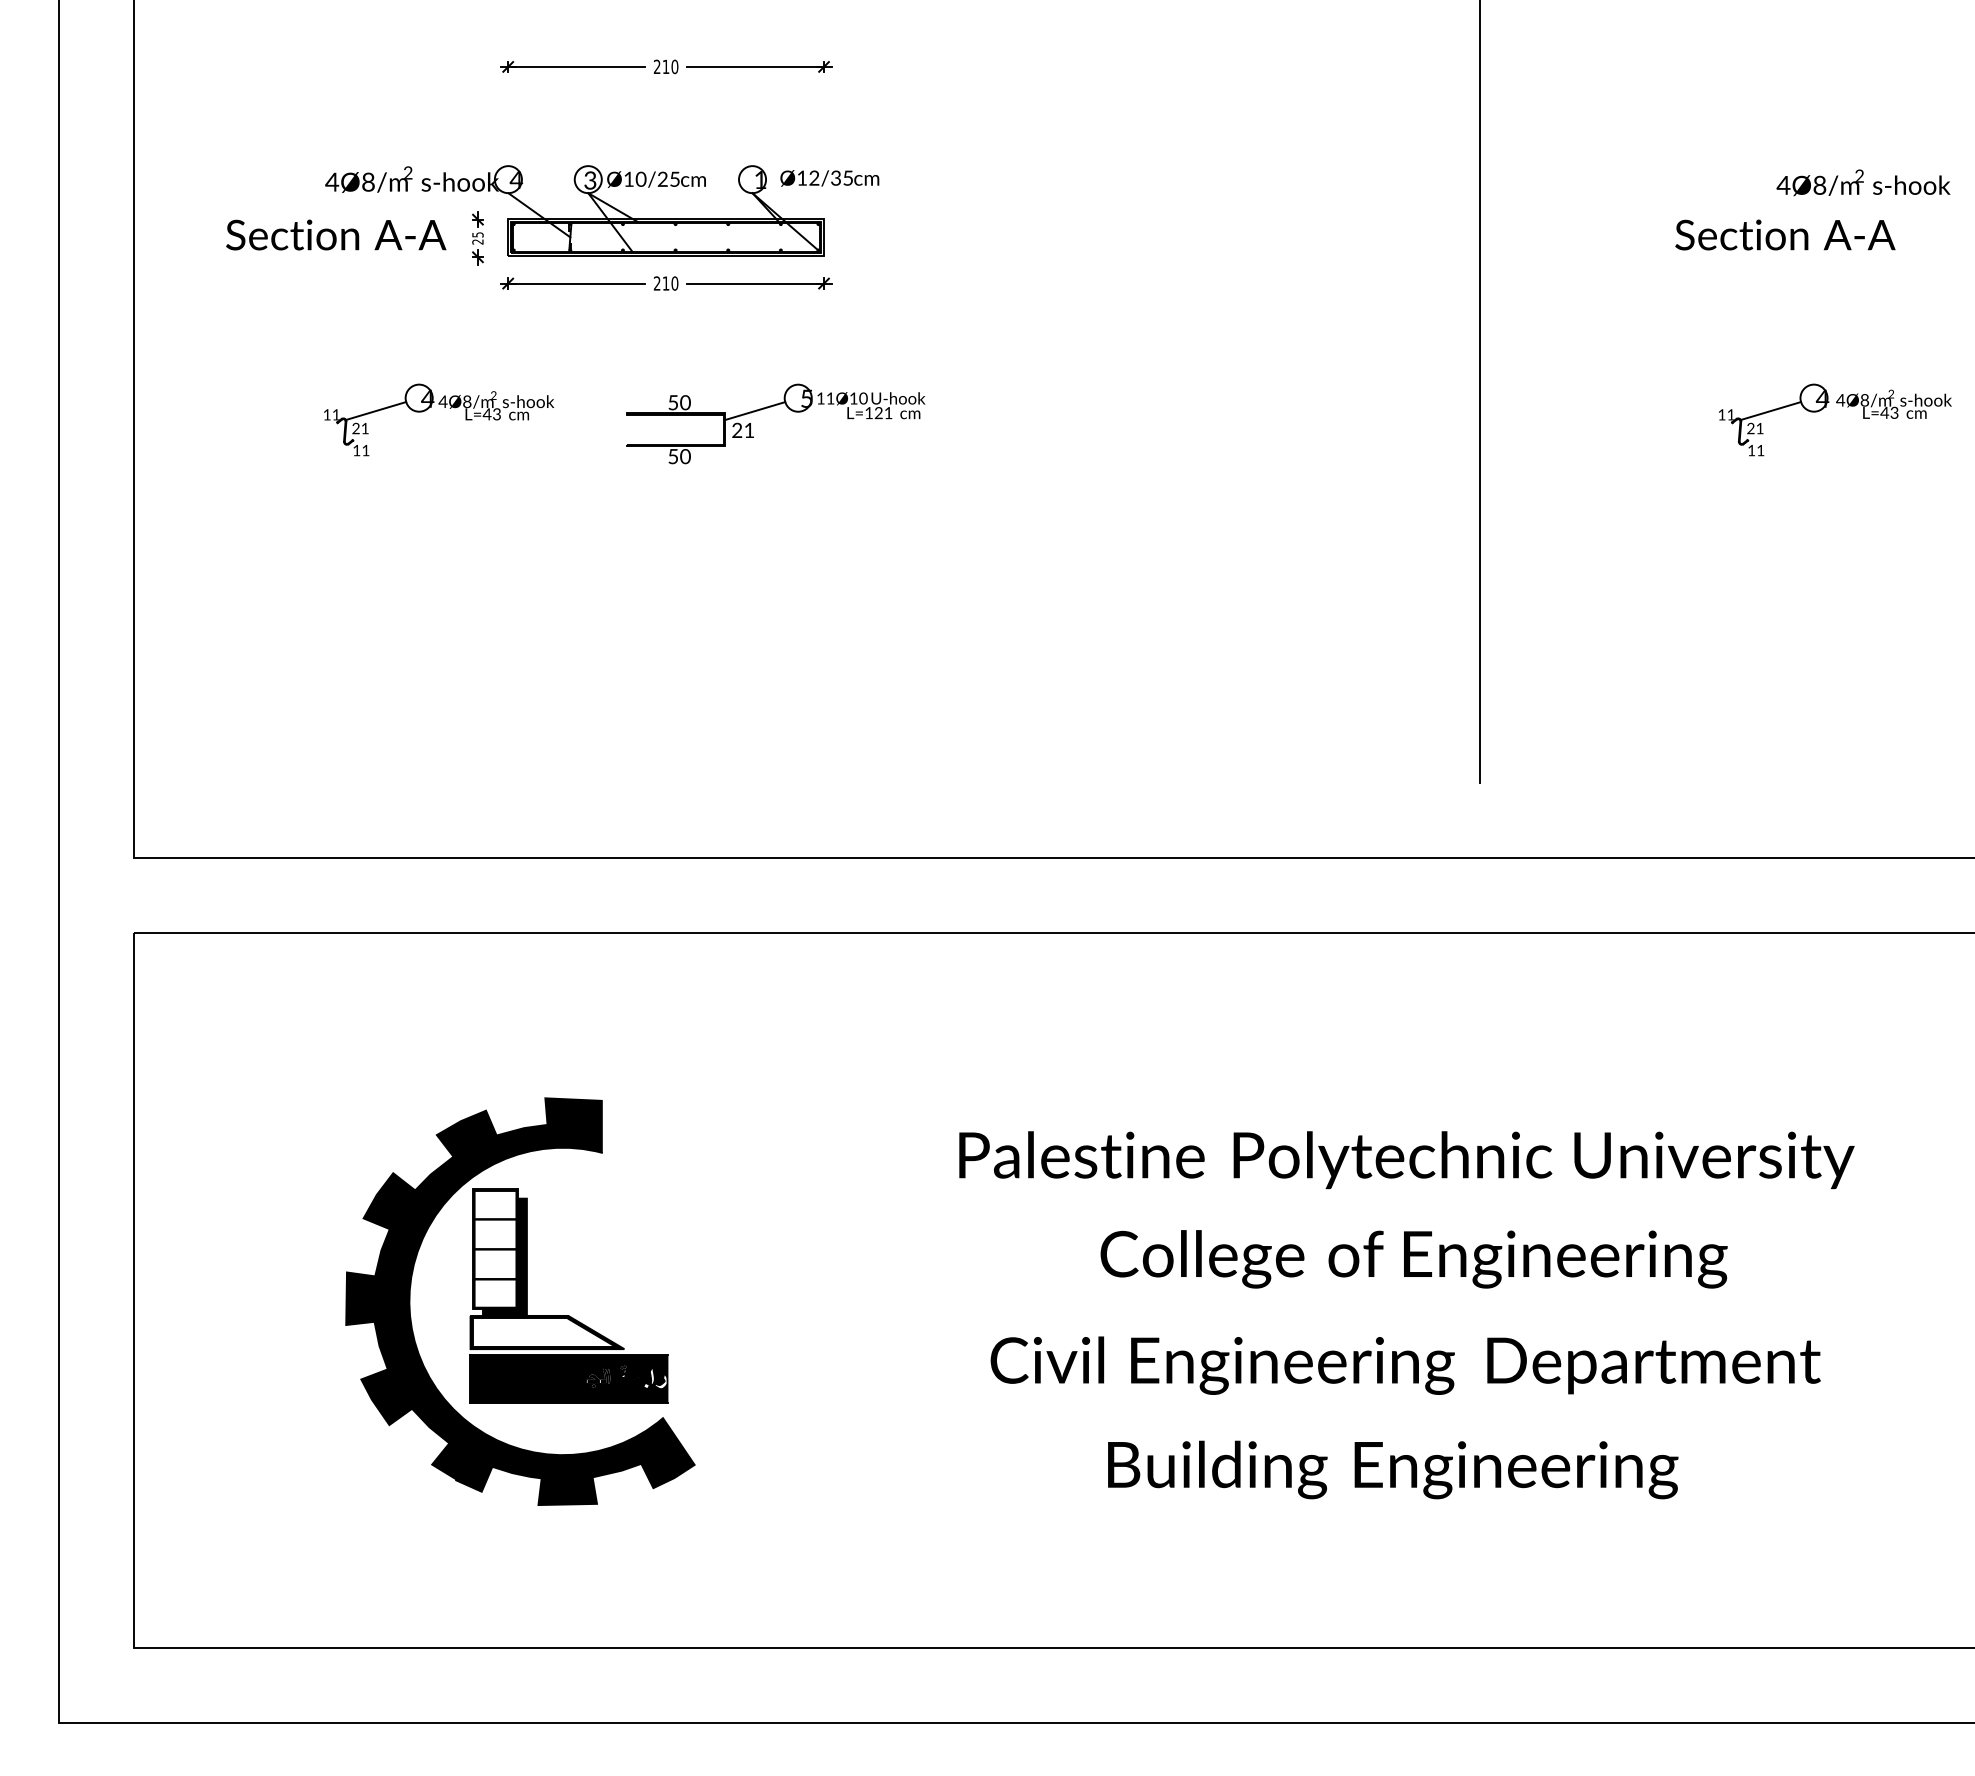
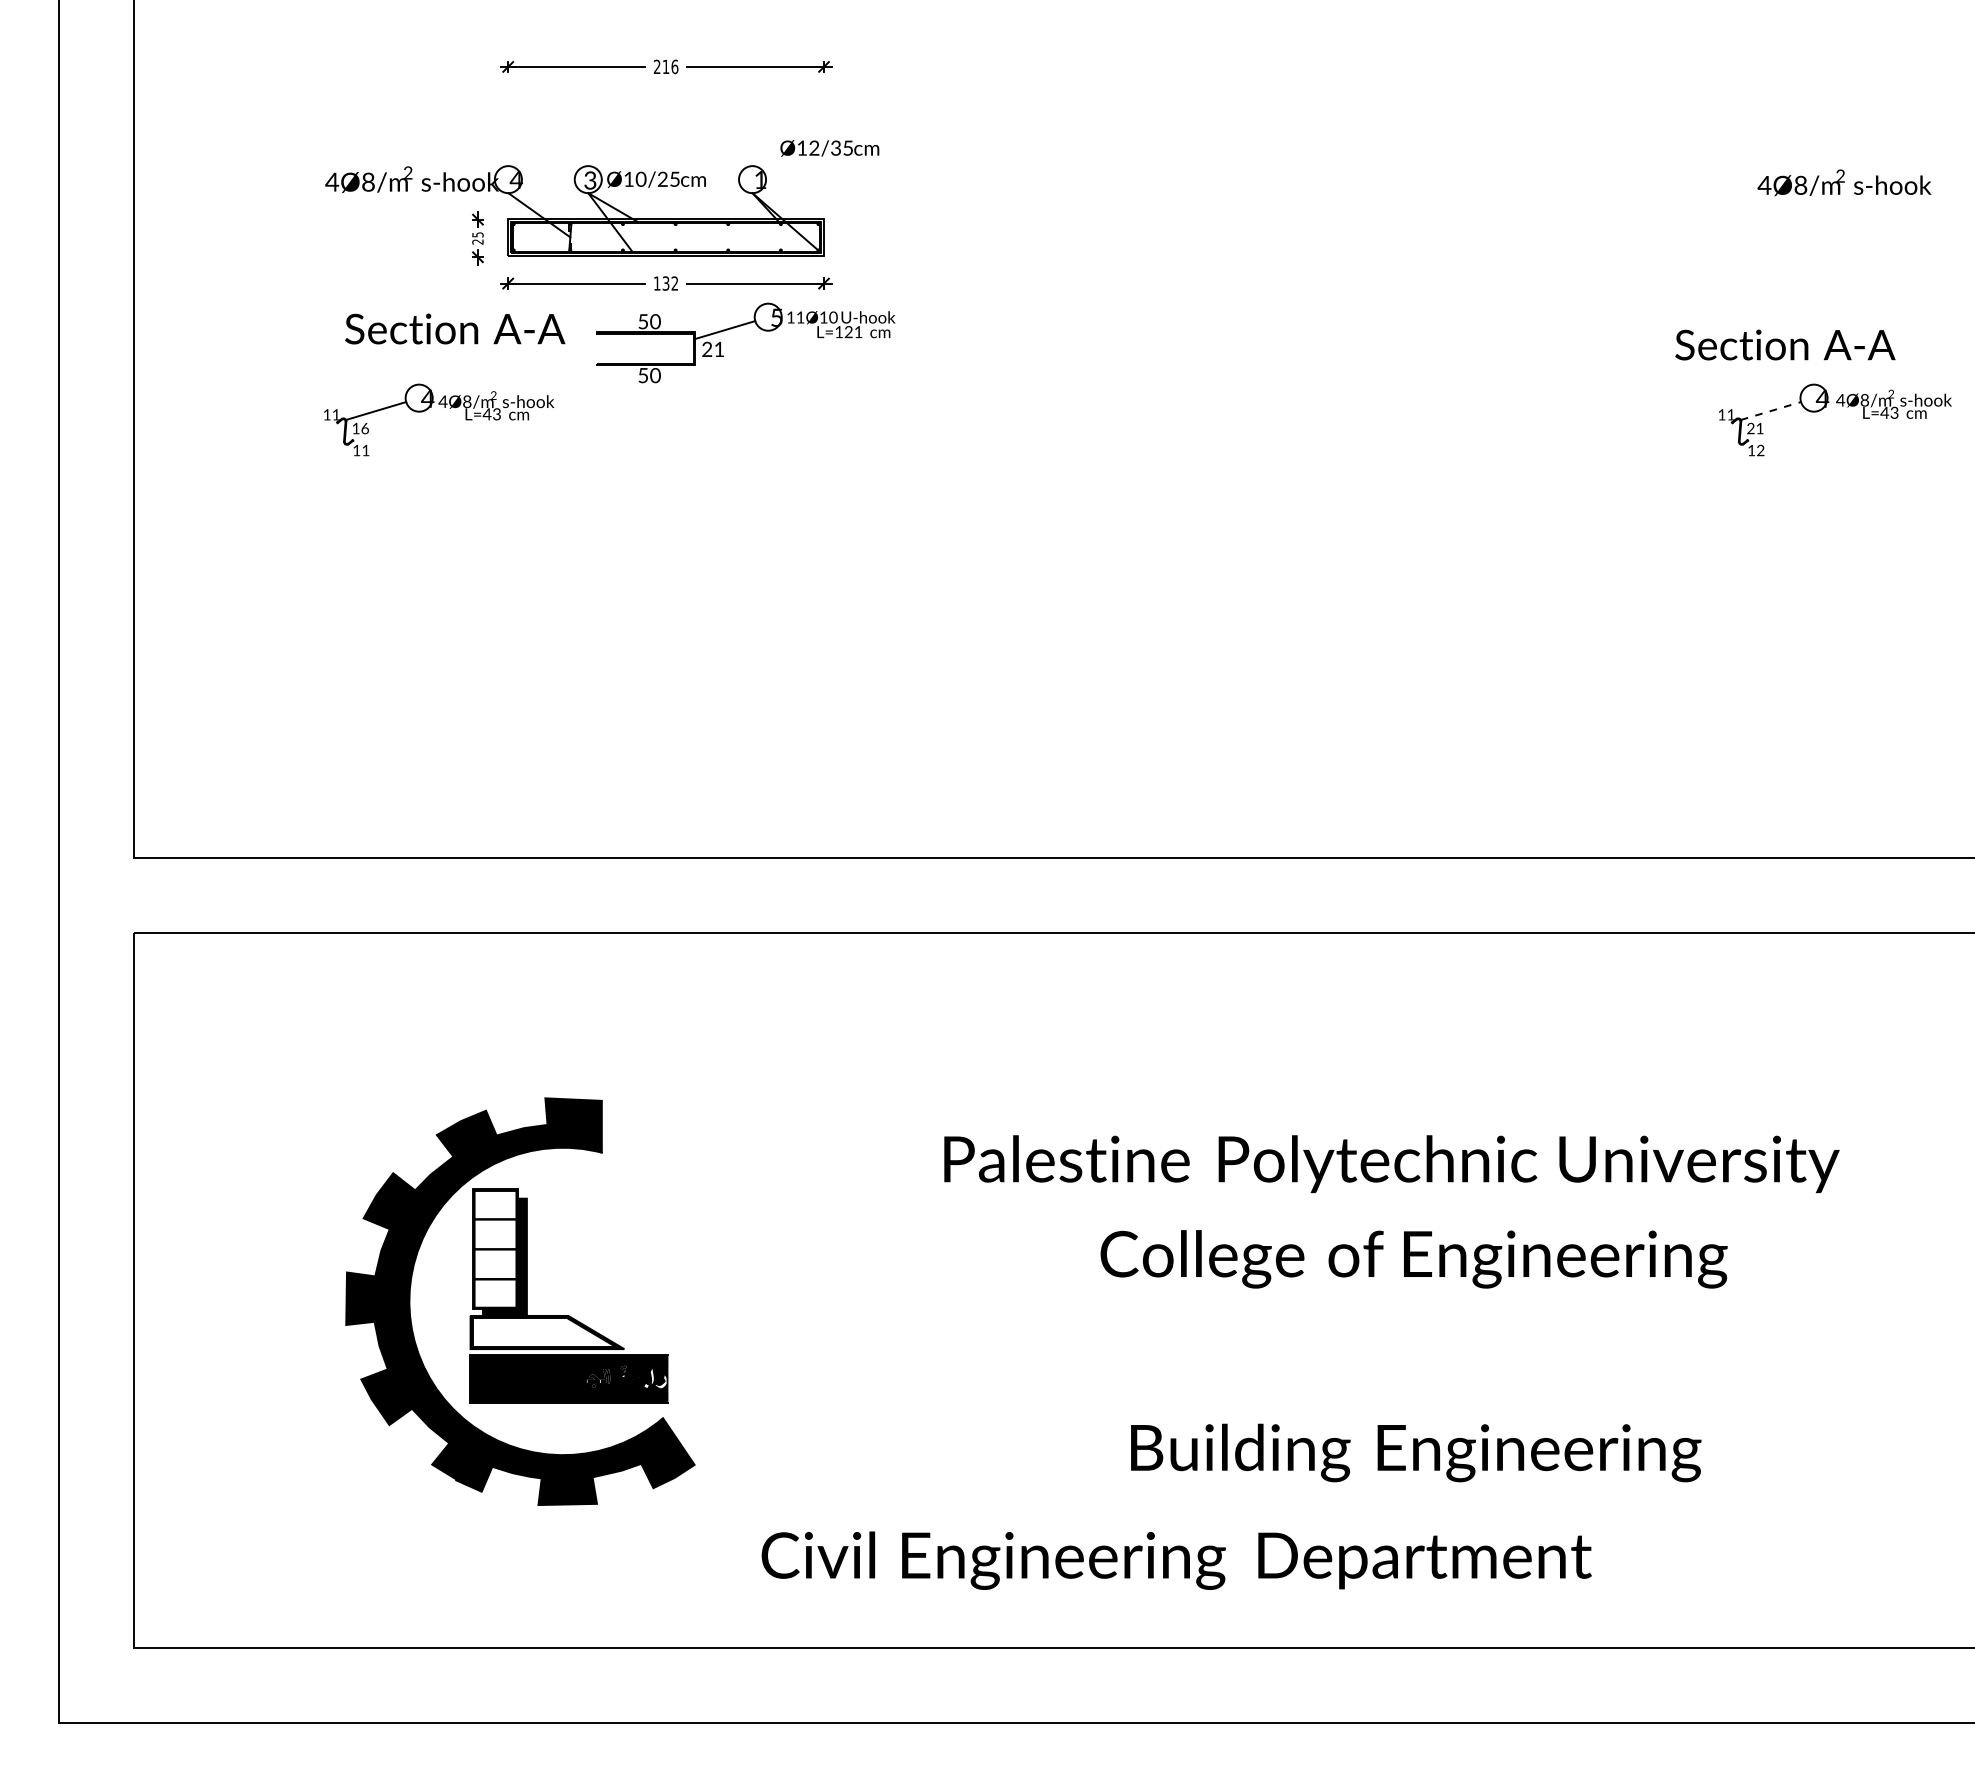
text at (674, 66): 210 -> 216
text at (829, 178) position: (829, 178) -> (829, 148)
text at (1863, 182) position: (1863, 182) -> (1844, 182)
text at (336, 234) position: (336, 234) -> (455, 328)
text at (1785, 234) position: (1785, 234) -> (1785, 344)
text at (665, 283): 210 -> 132
line at (1479, 392): present -> none
part at (771, 407) position: (771, 407) -> (741, 326)
line at (1771, 410): solid -> dashed
text at (360, 428): 21 -> 16
text at (1760, 450): 11 -> 12
text at (1406, 1160) position: (1406, 1160) -> (1391, 1164)
text at (1405, 1365) position: (1405, 1365) -> (1176, 1560)
text at (1393, 1469) position: (1393, 1469) -> (1416, 1452)
